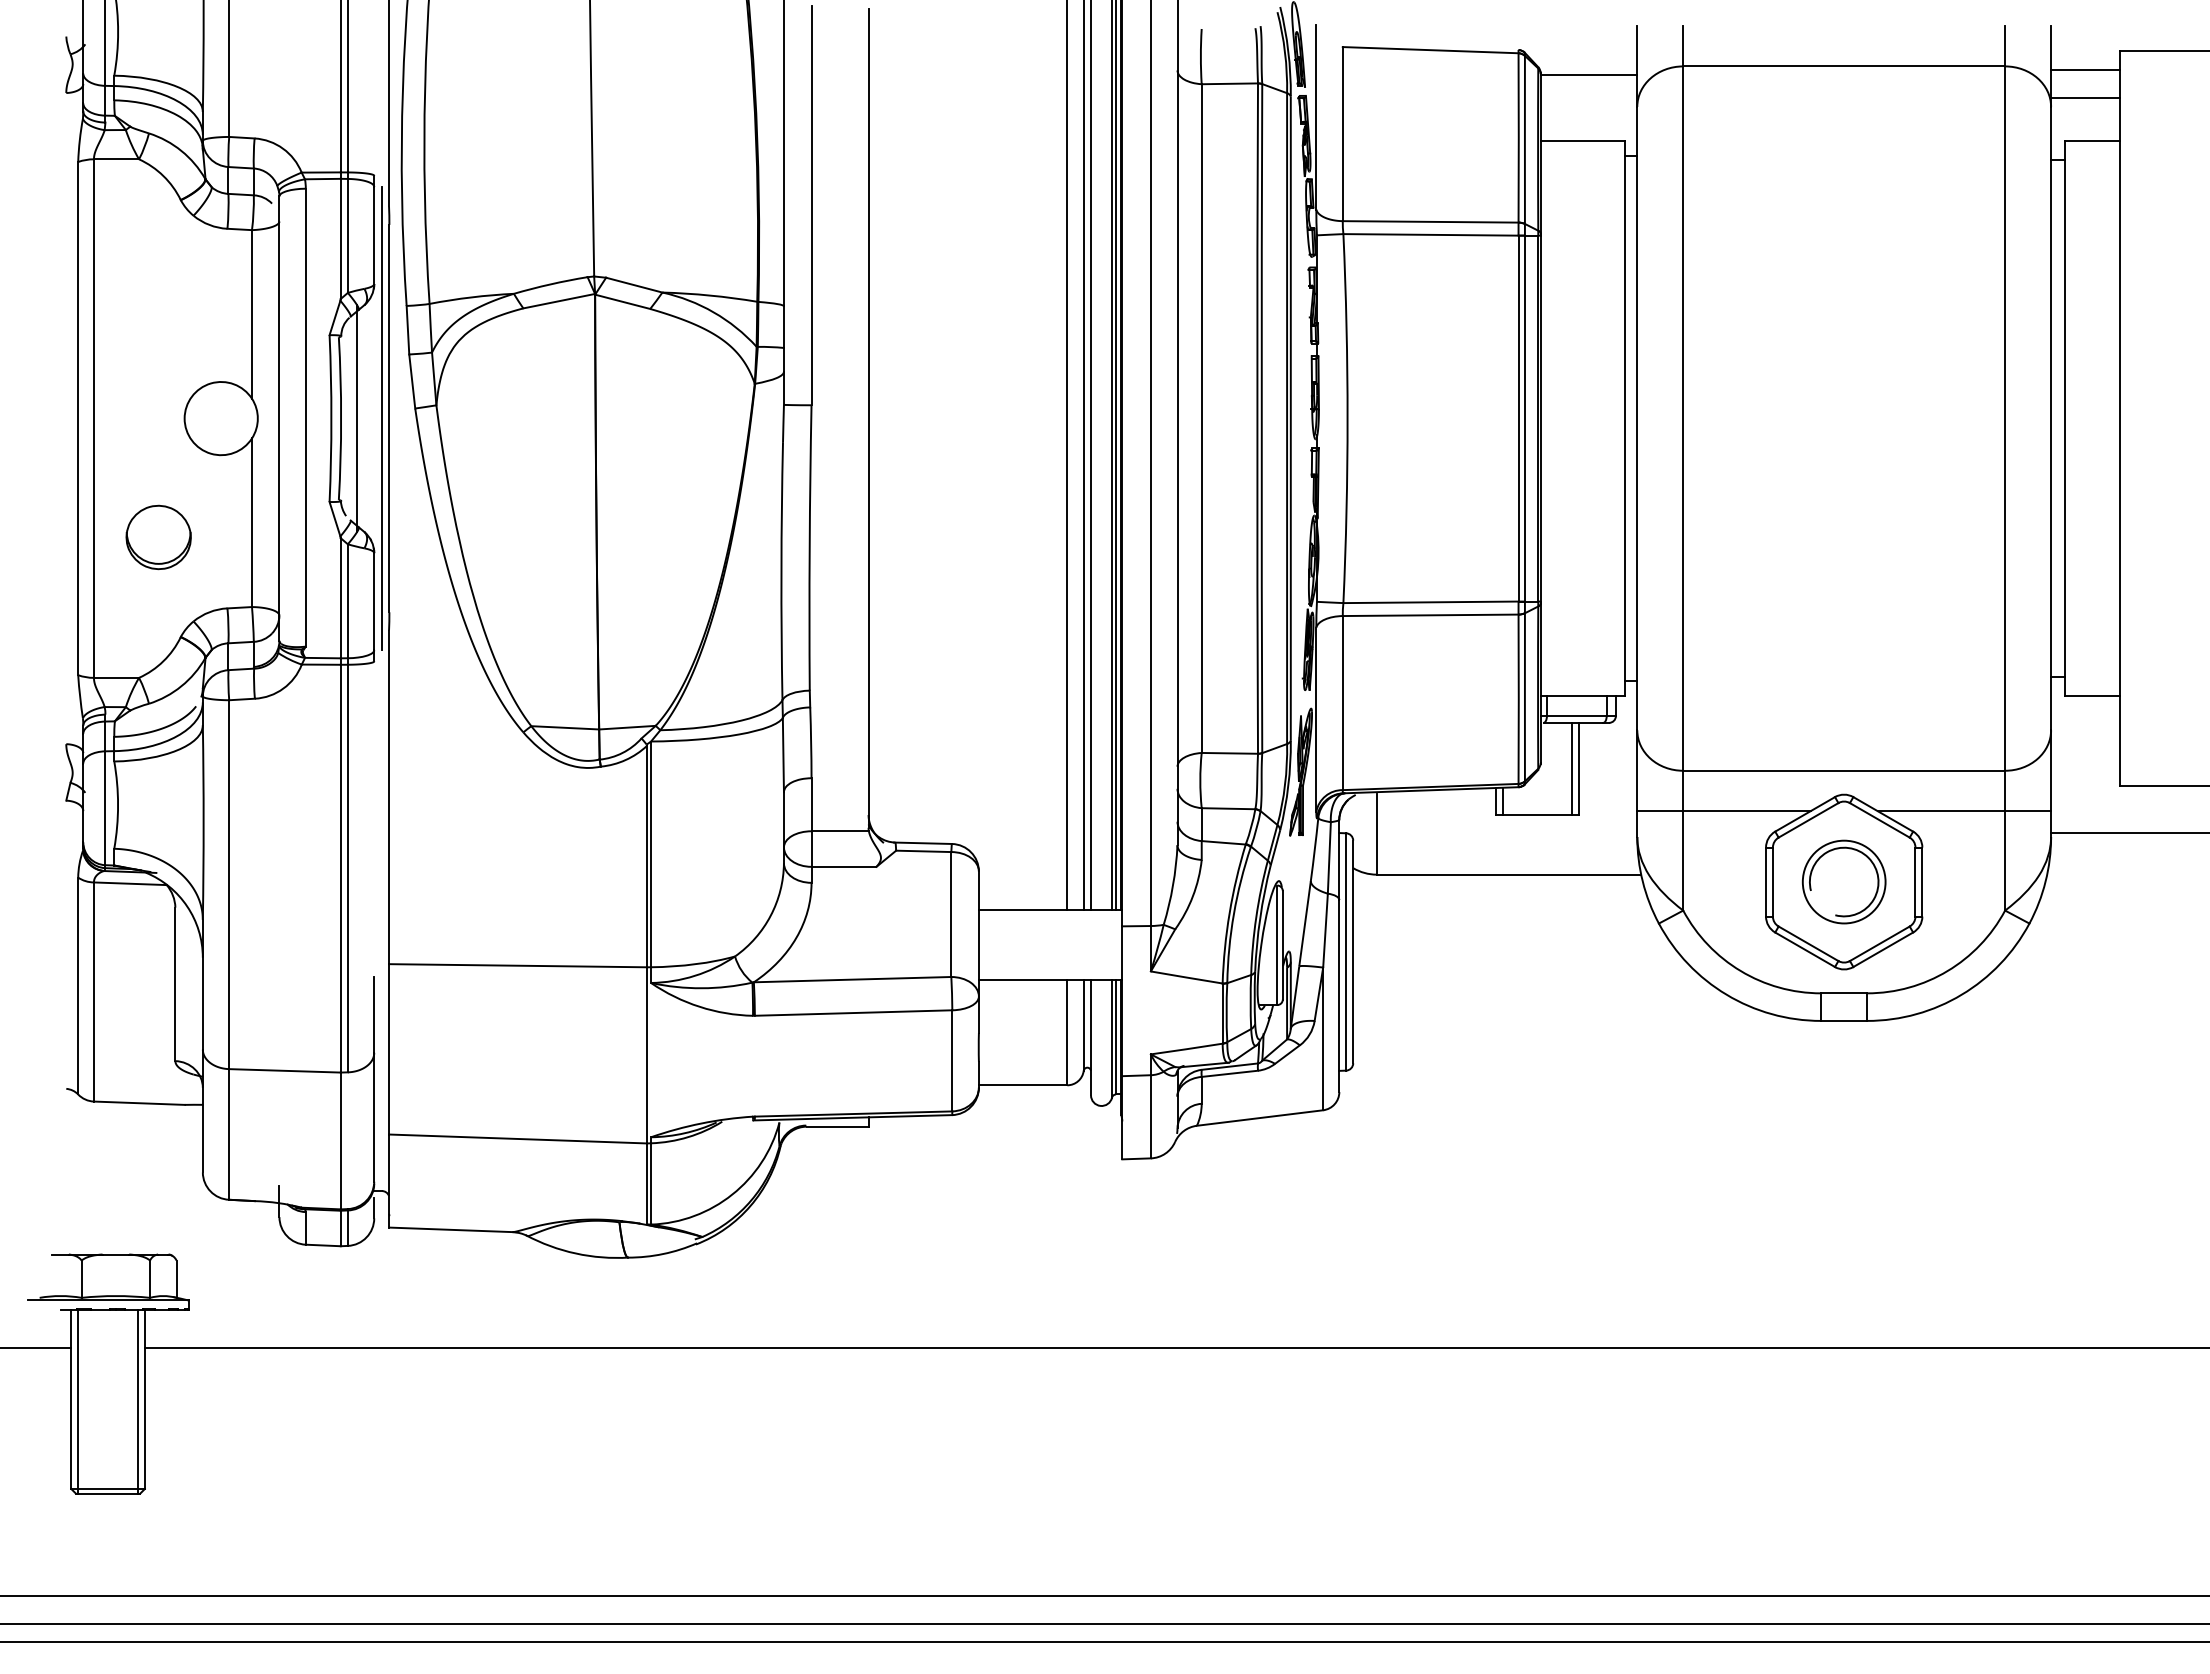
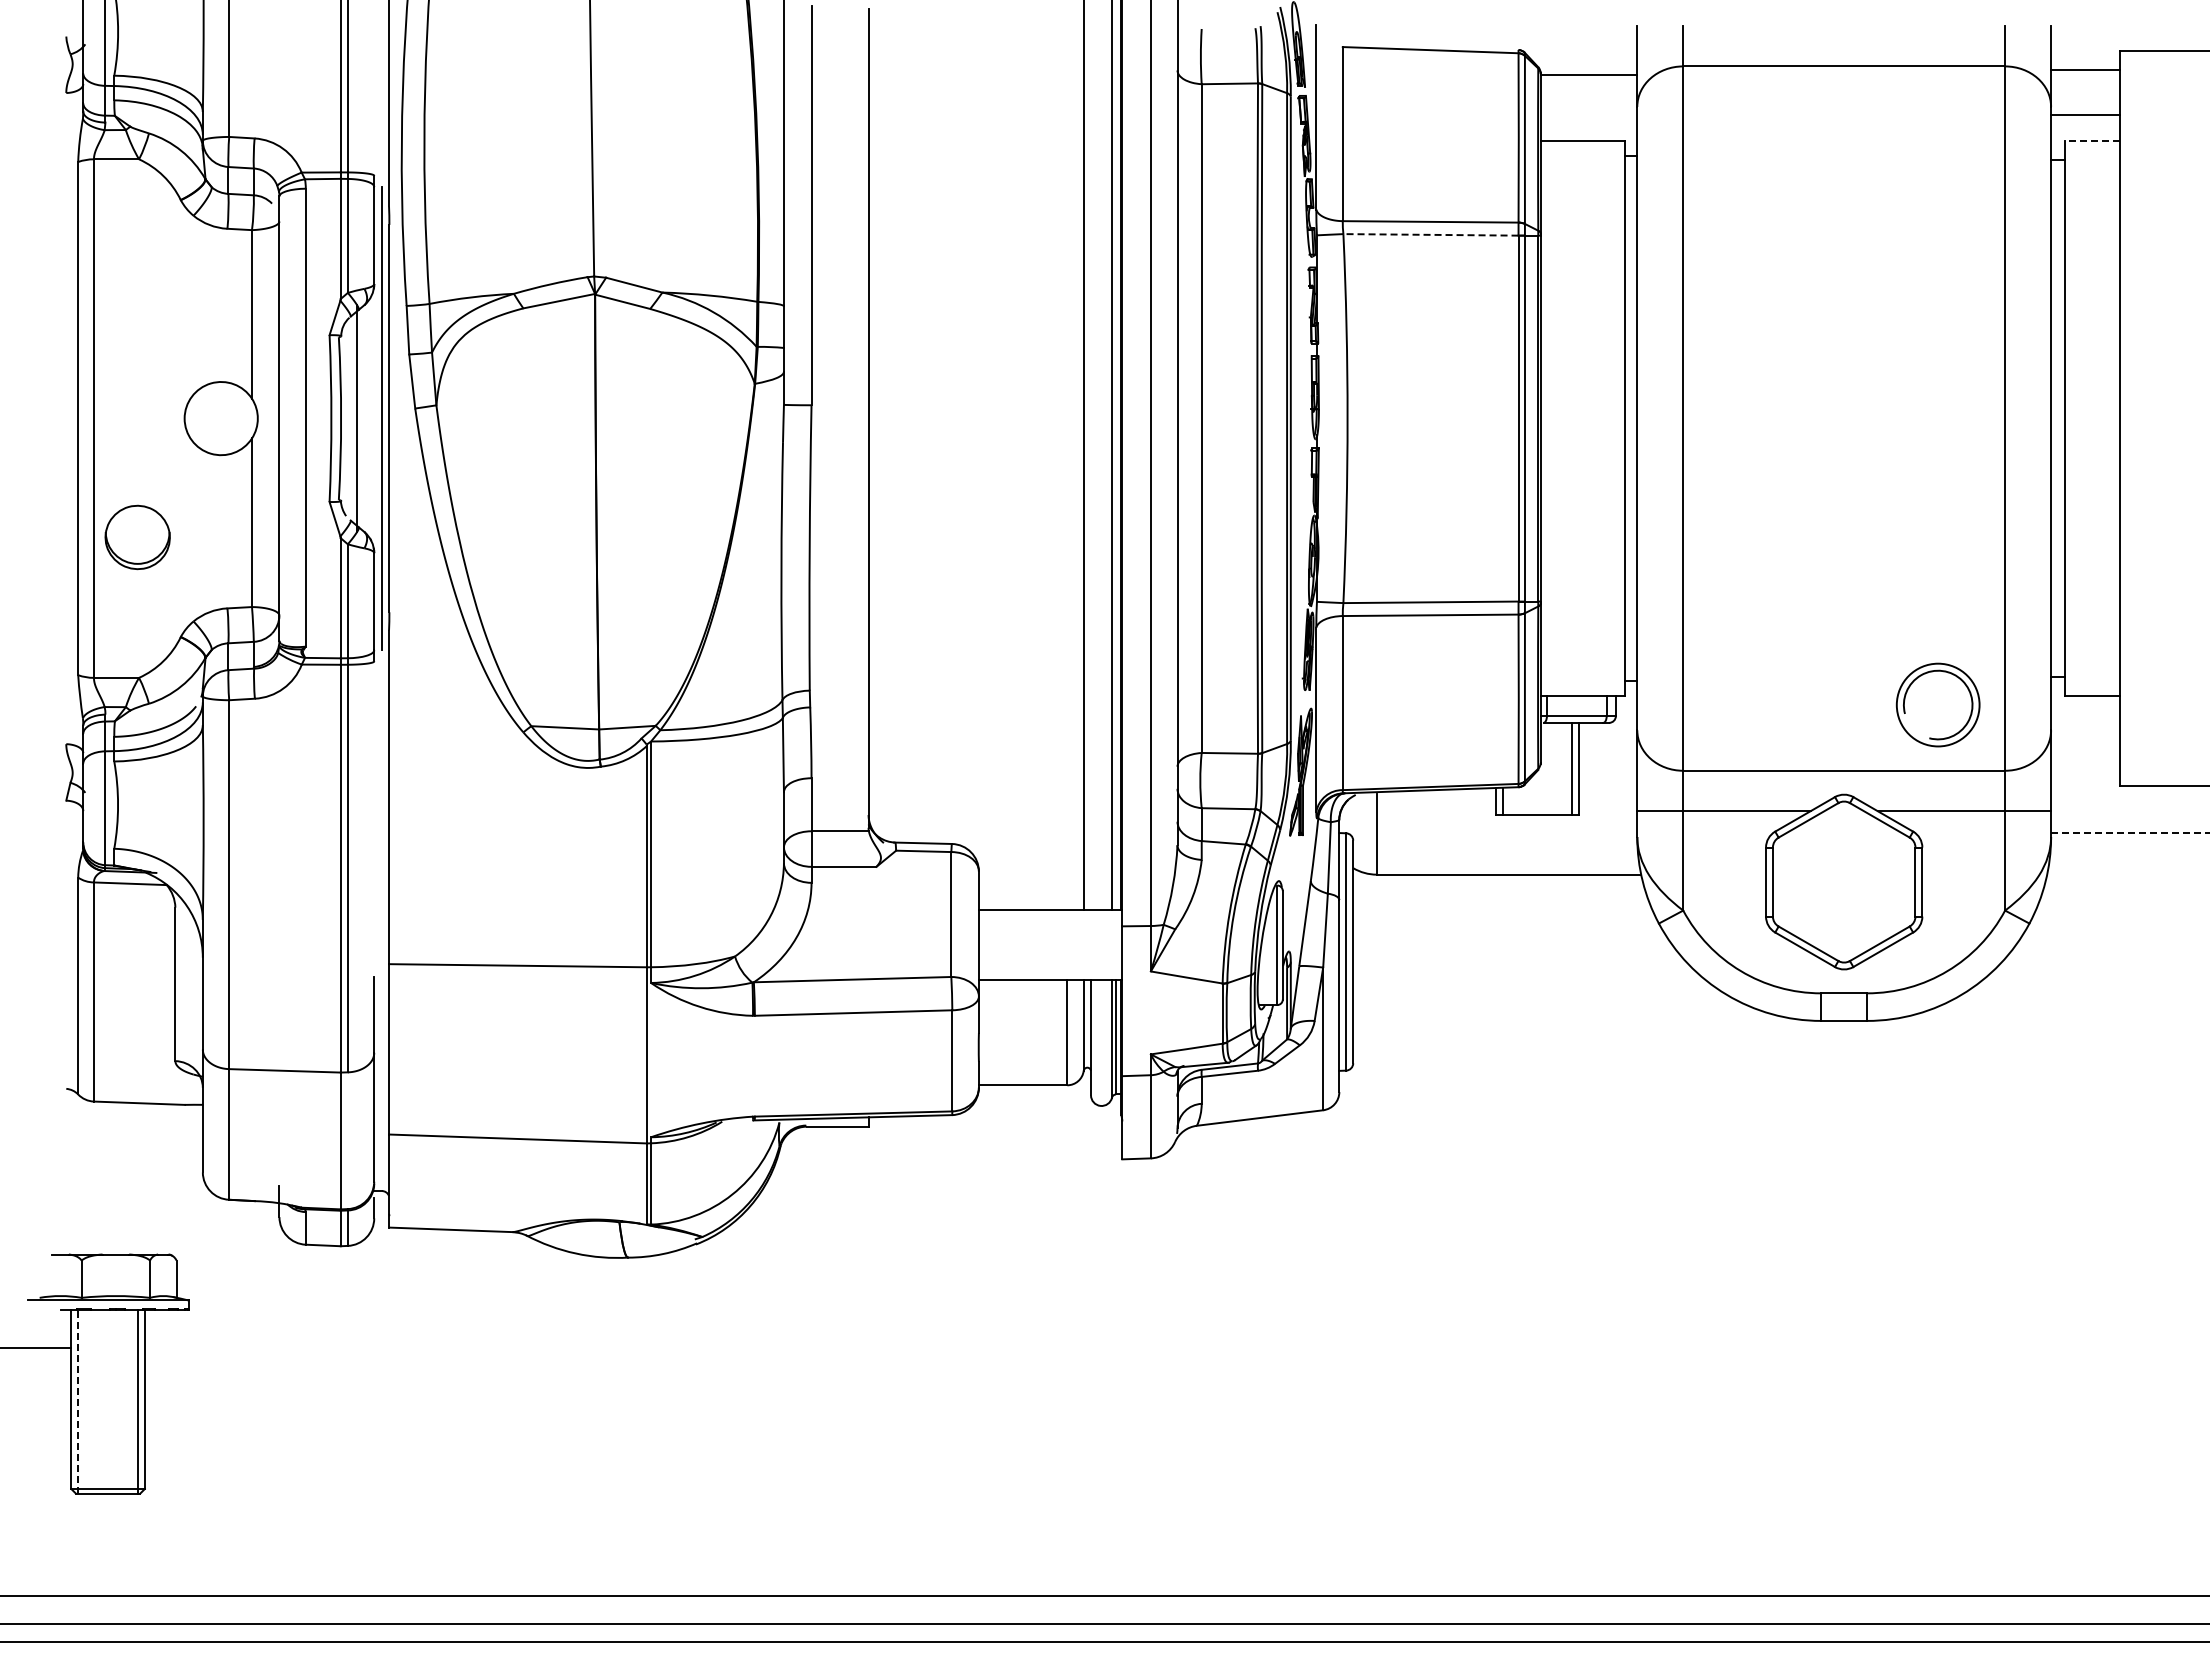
line at (2085, 97) position: (2085, 97) -> (2085, 114)
line at (2092, 141): solid -> dashed
line at (1430, 234): solid -> dashed
line at (1067, 456): present -> none
line at (1091, 456): present -> none
line at (1116, 456): present -> none
part at (158, 537) position: (158, 537) -> (137, 537)
line at (2130, 833): solid -> dashed
part at (1843, 881) position: (1843, 881) -> (1937, 704)
line at (1175, 1348): present -> none
line at (78, 1401): solid -> dashed
